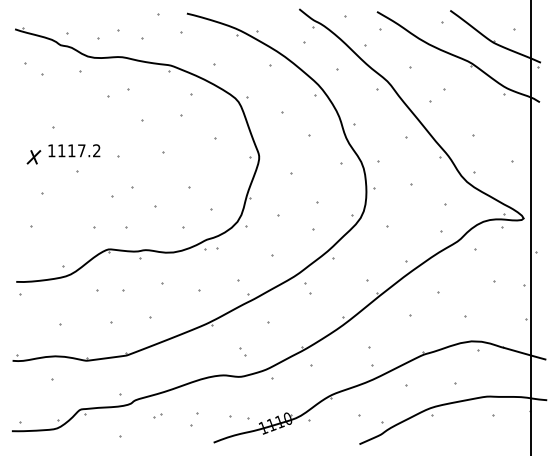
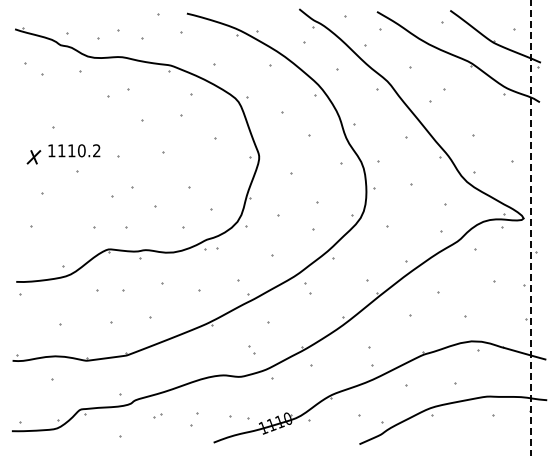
text at (81, 150): 1117.2 -> 1110.2
line at (530, 227): solid -> dashed
part at (242, 351) position: (242, 351) -> (251, 349)
